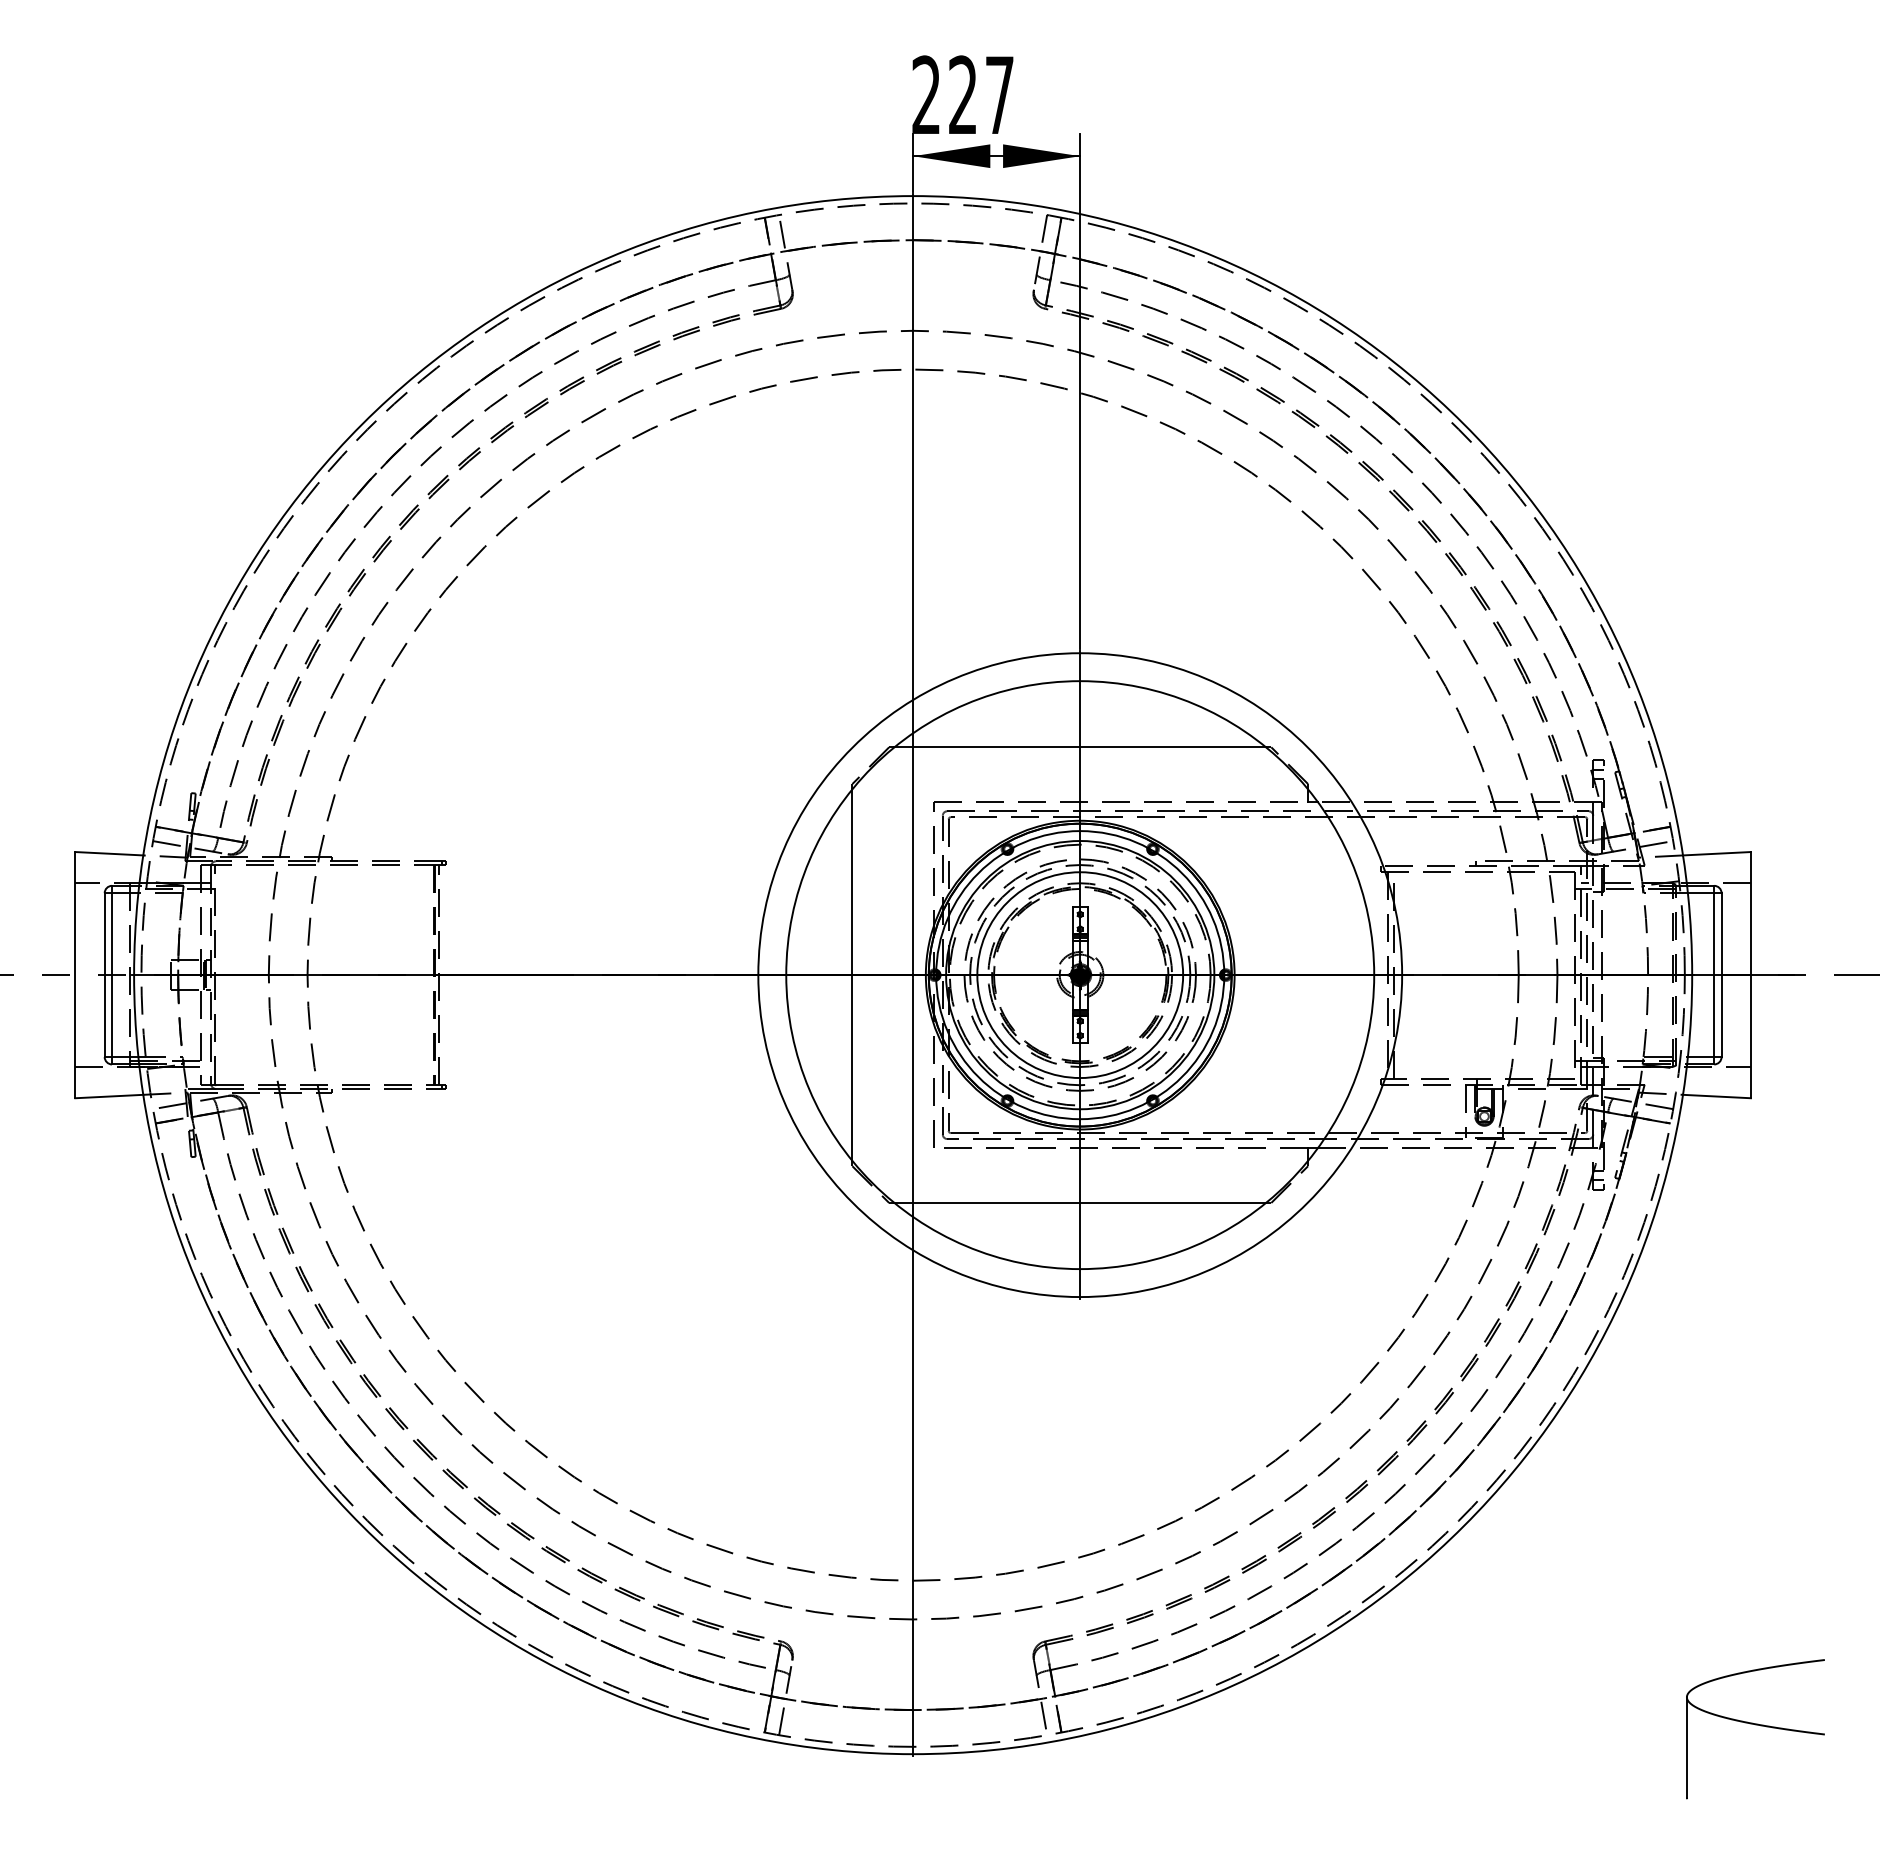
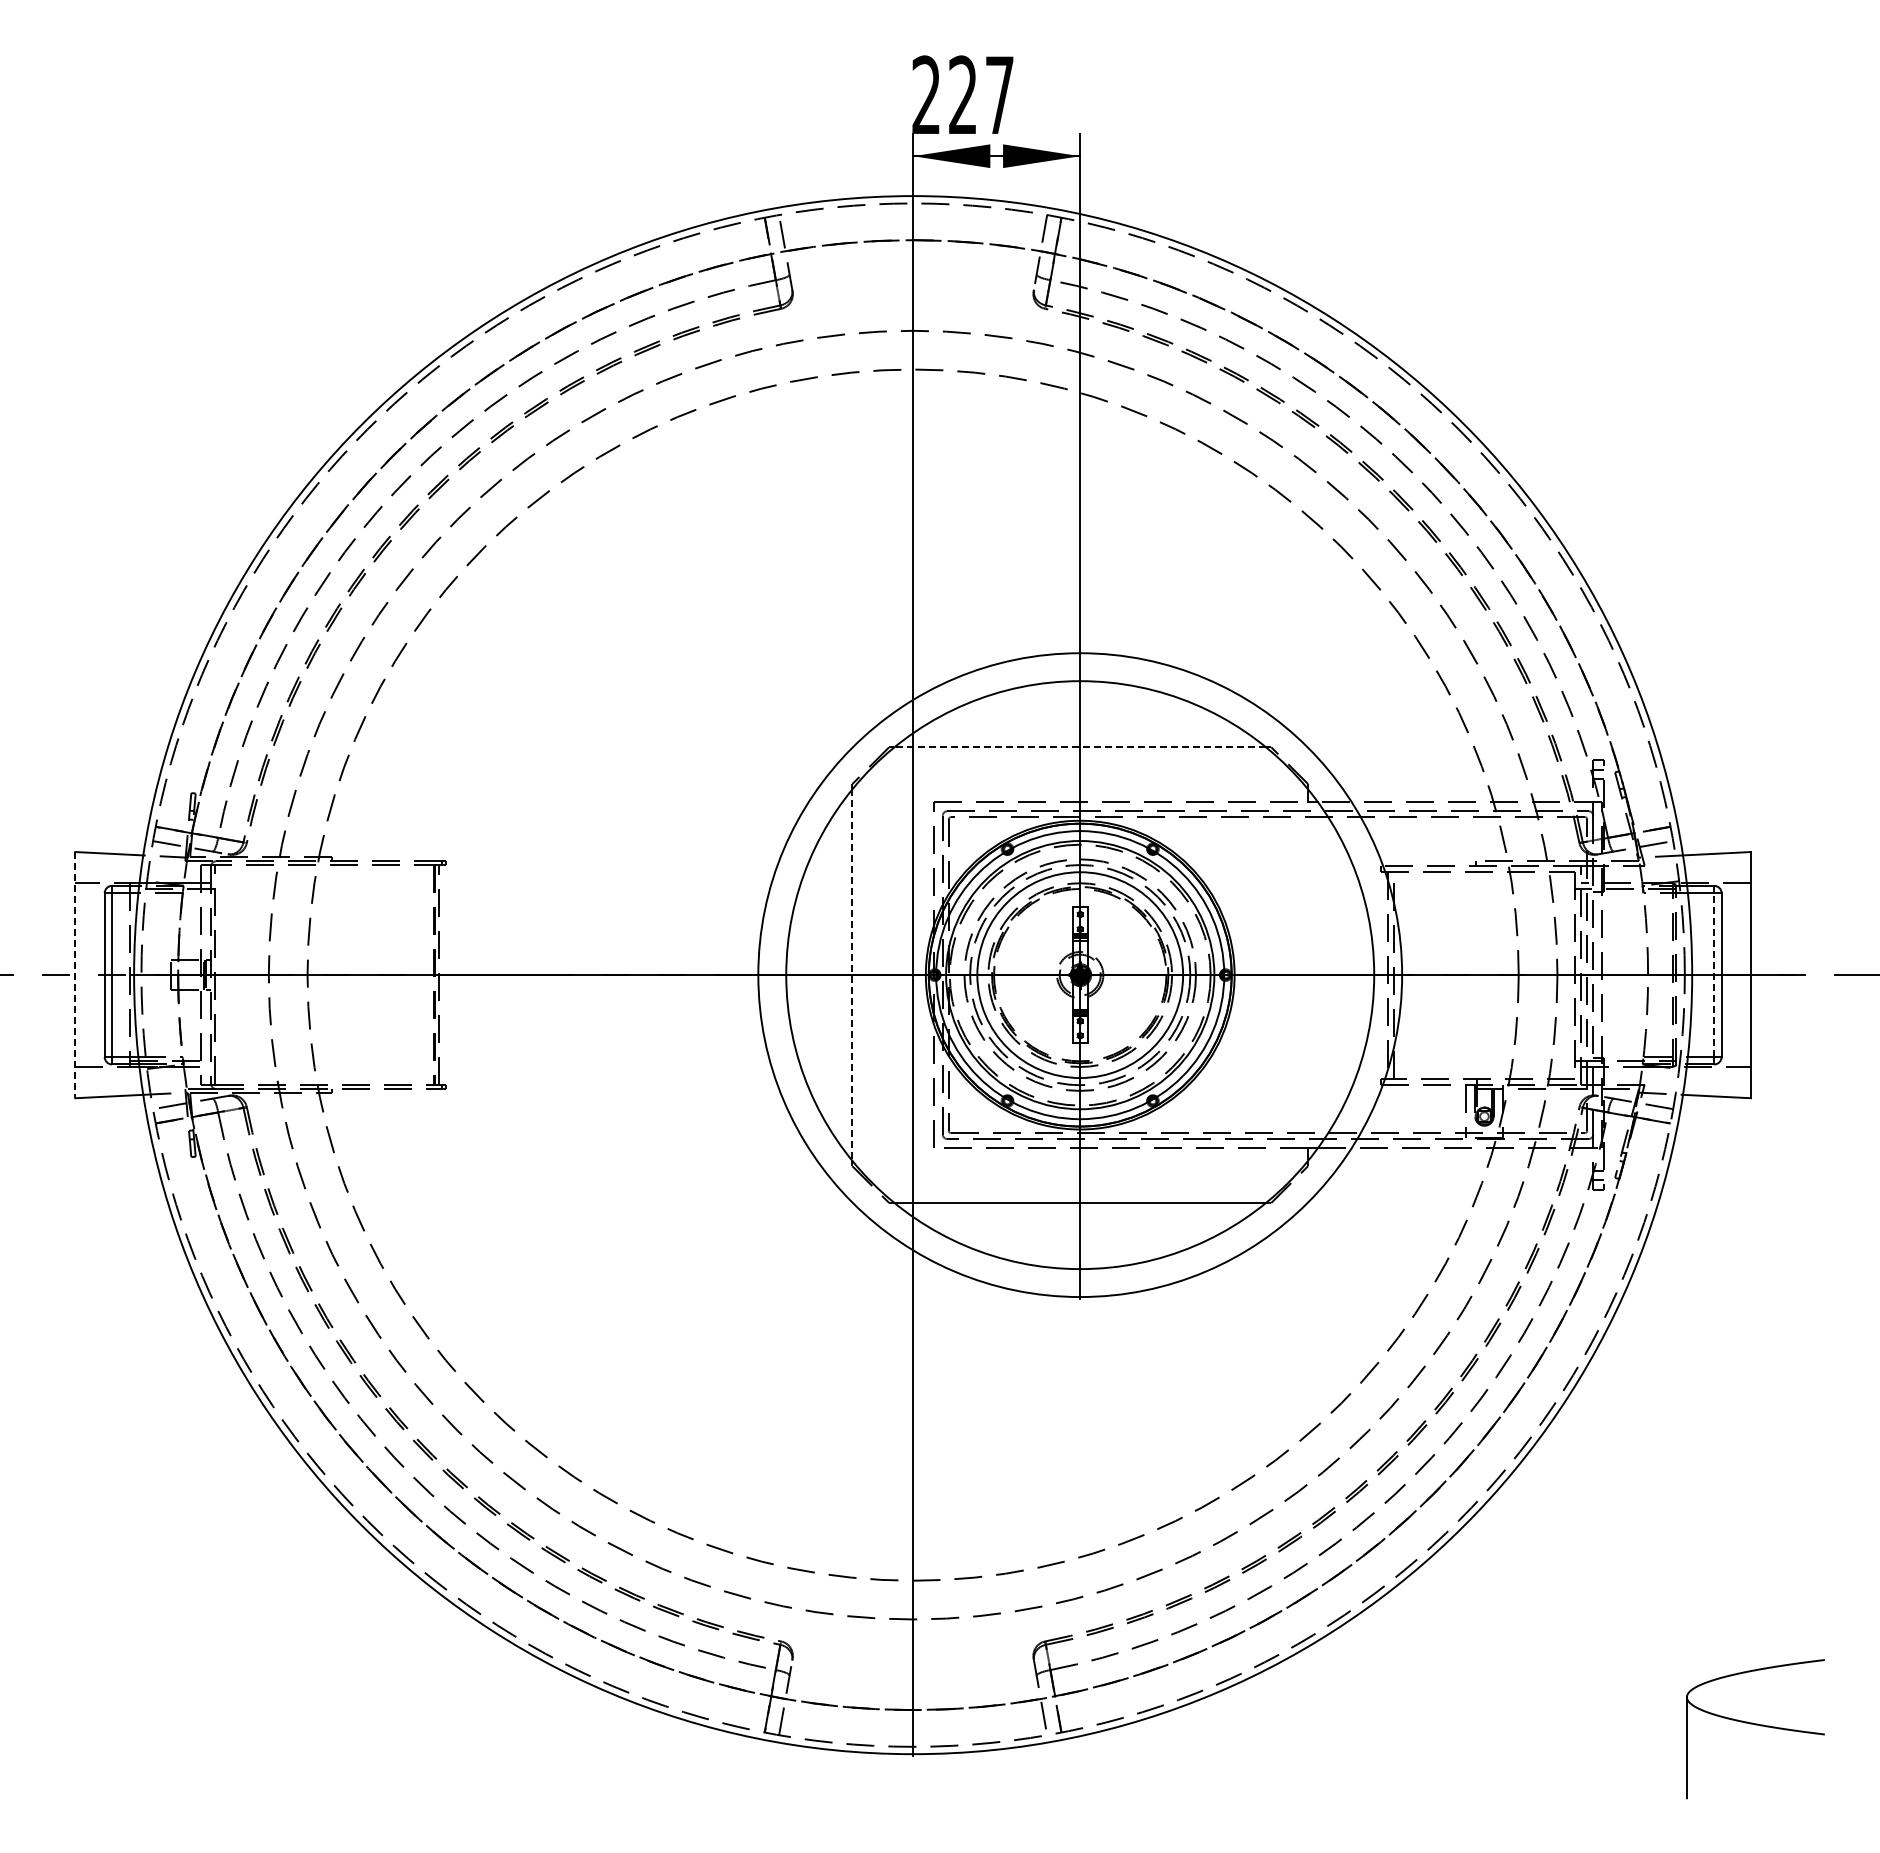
line at (1080, 747): solid -> dashed
line at (75, 975): solid -> dashed
line at (852, 975): solid -> dashed
line at (1714, 975): solid -> dashed
